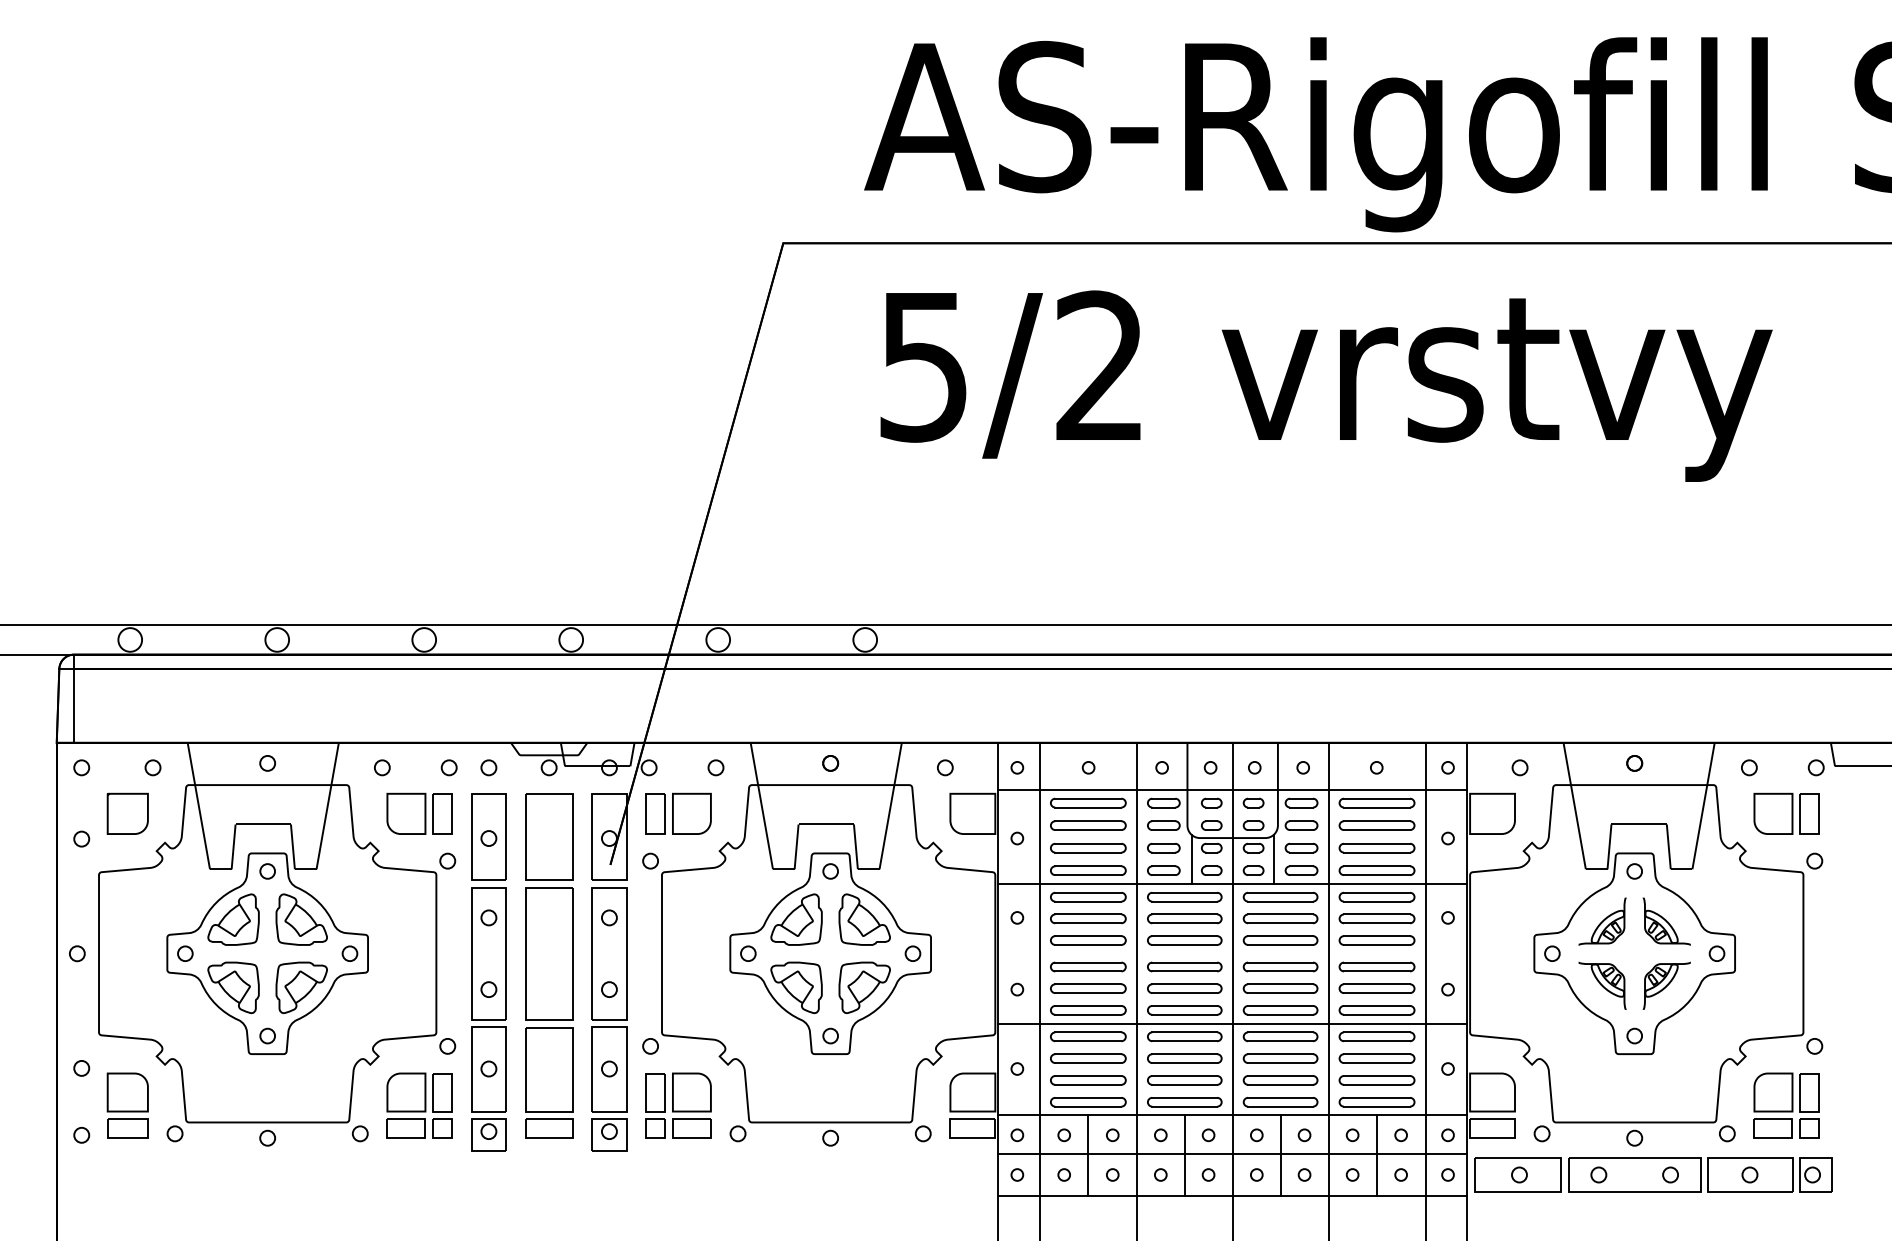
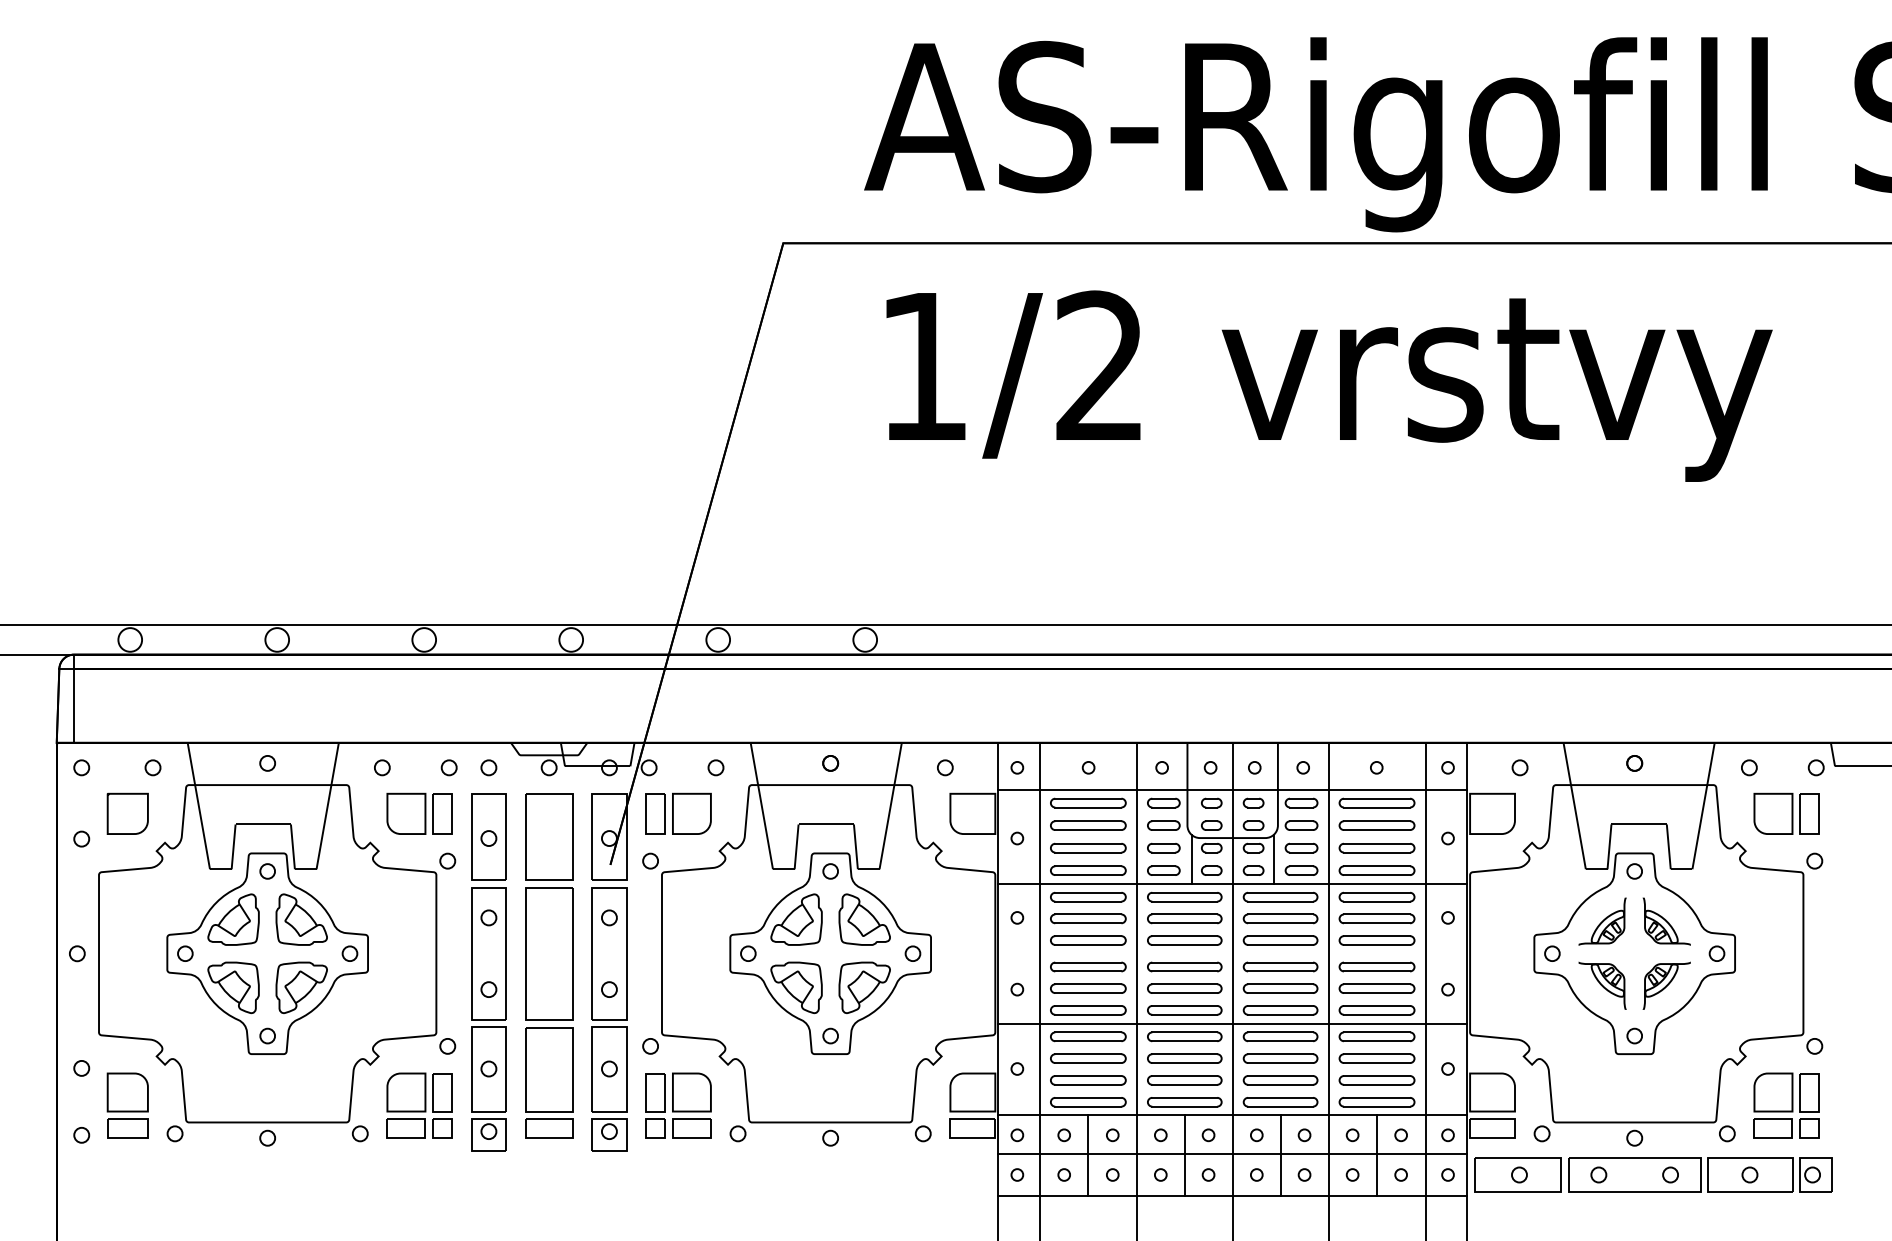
text at (923, 367): 5/2 -> 1/2
